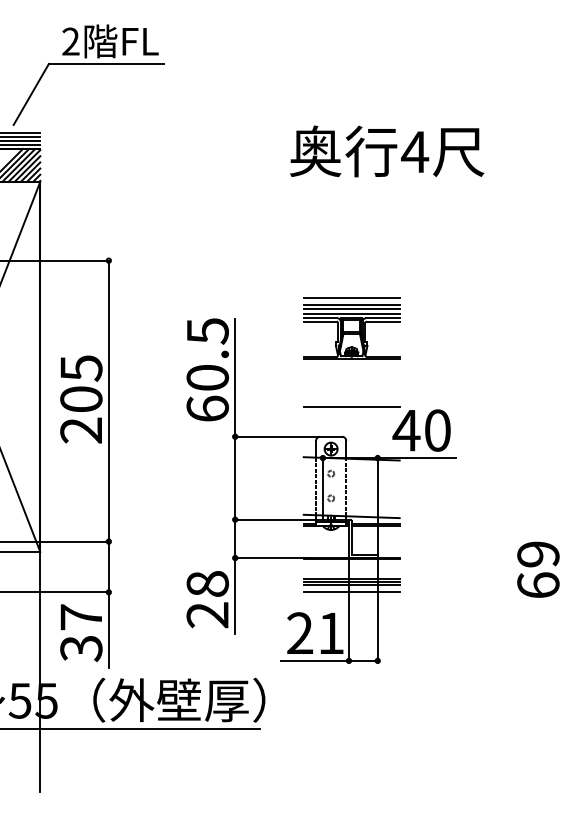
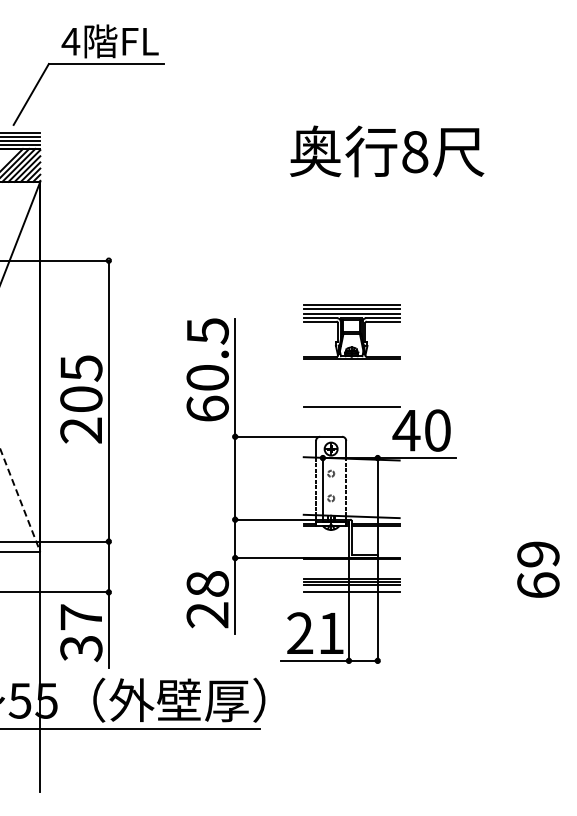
text at (70, 41): 2 -> 4
text at (415, 152): 4 -> 8
line at (351, 297): present -> none
line at (20, 500): solid -> dashed
